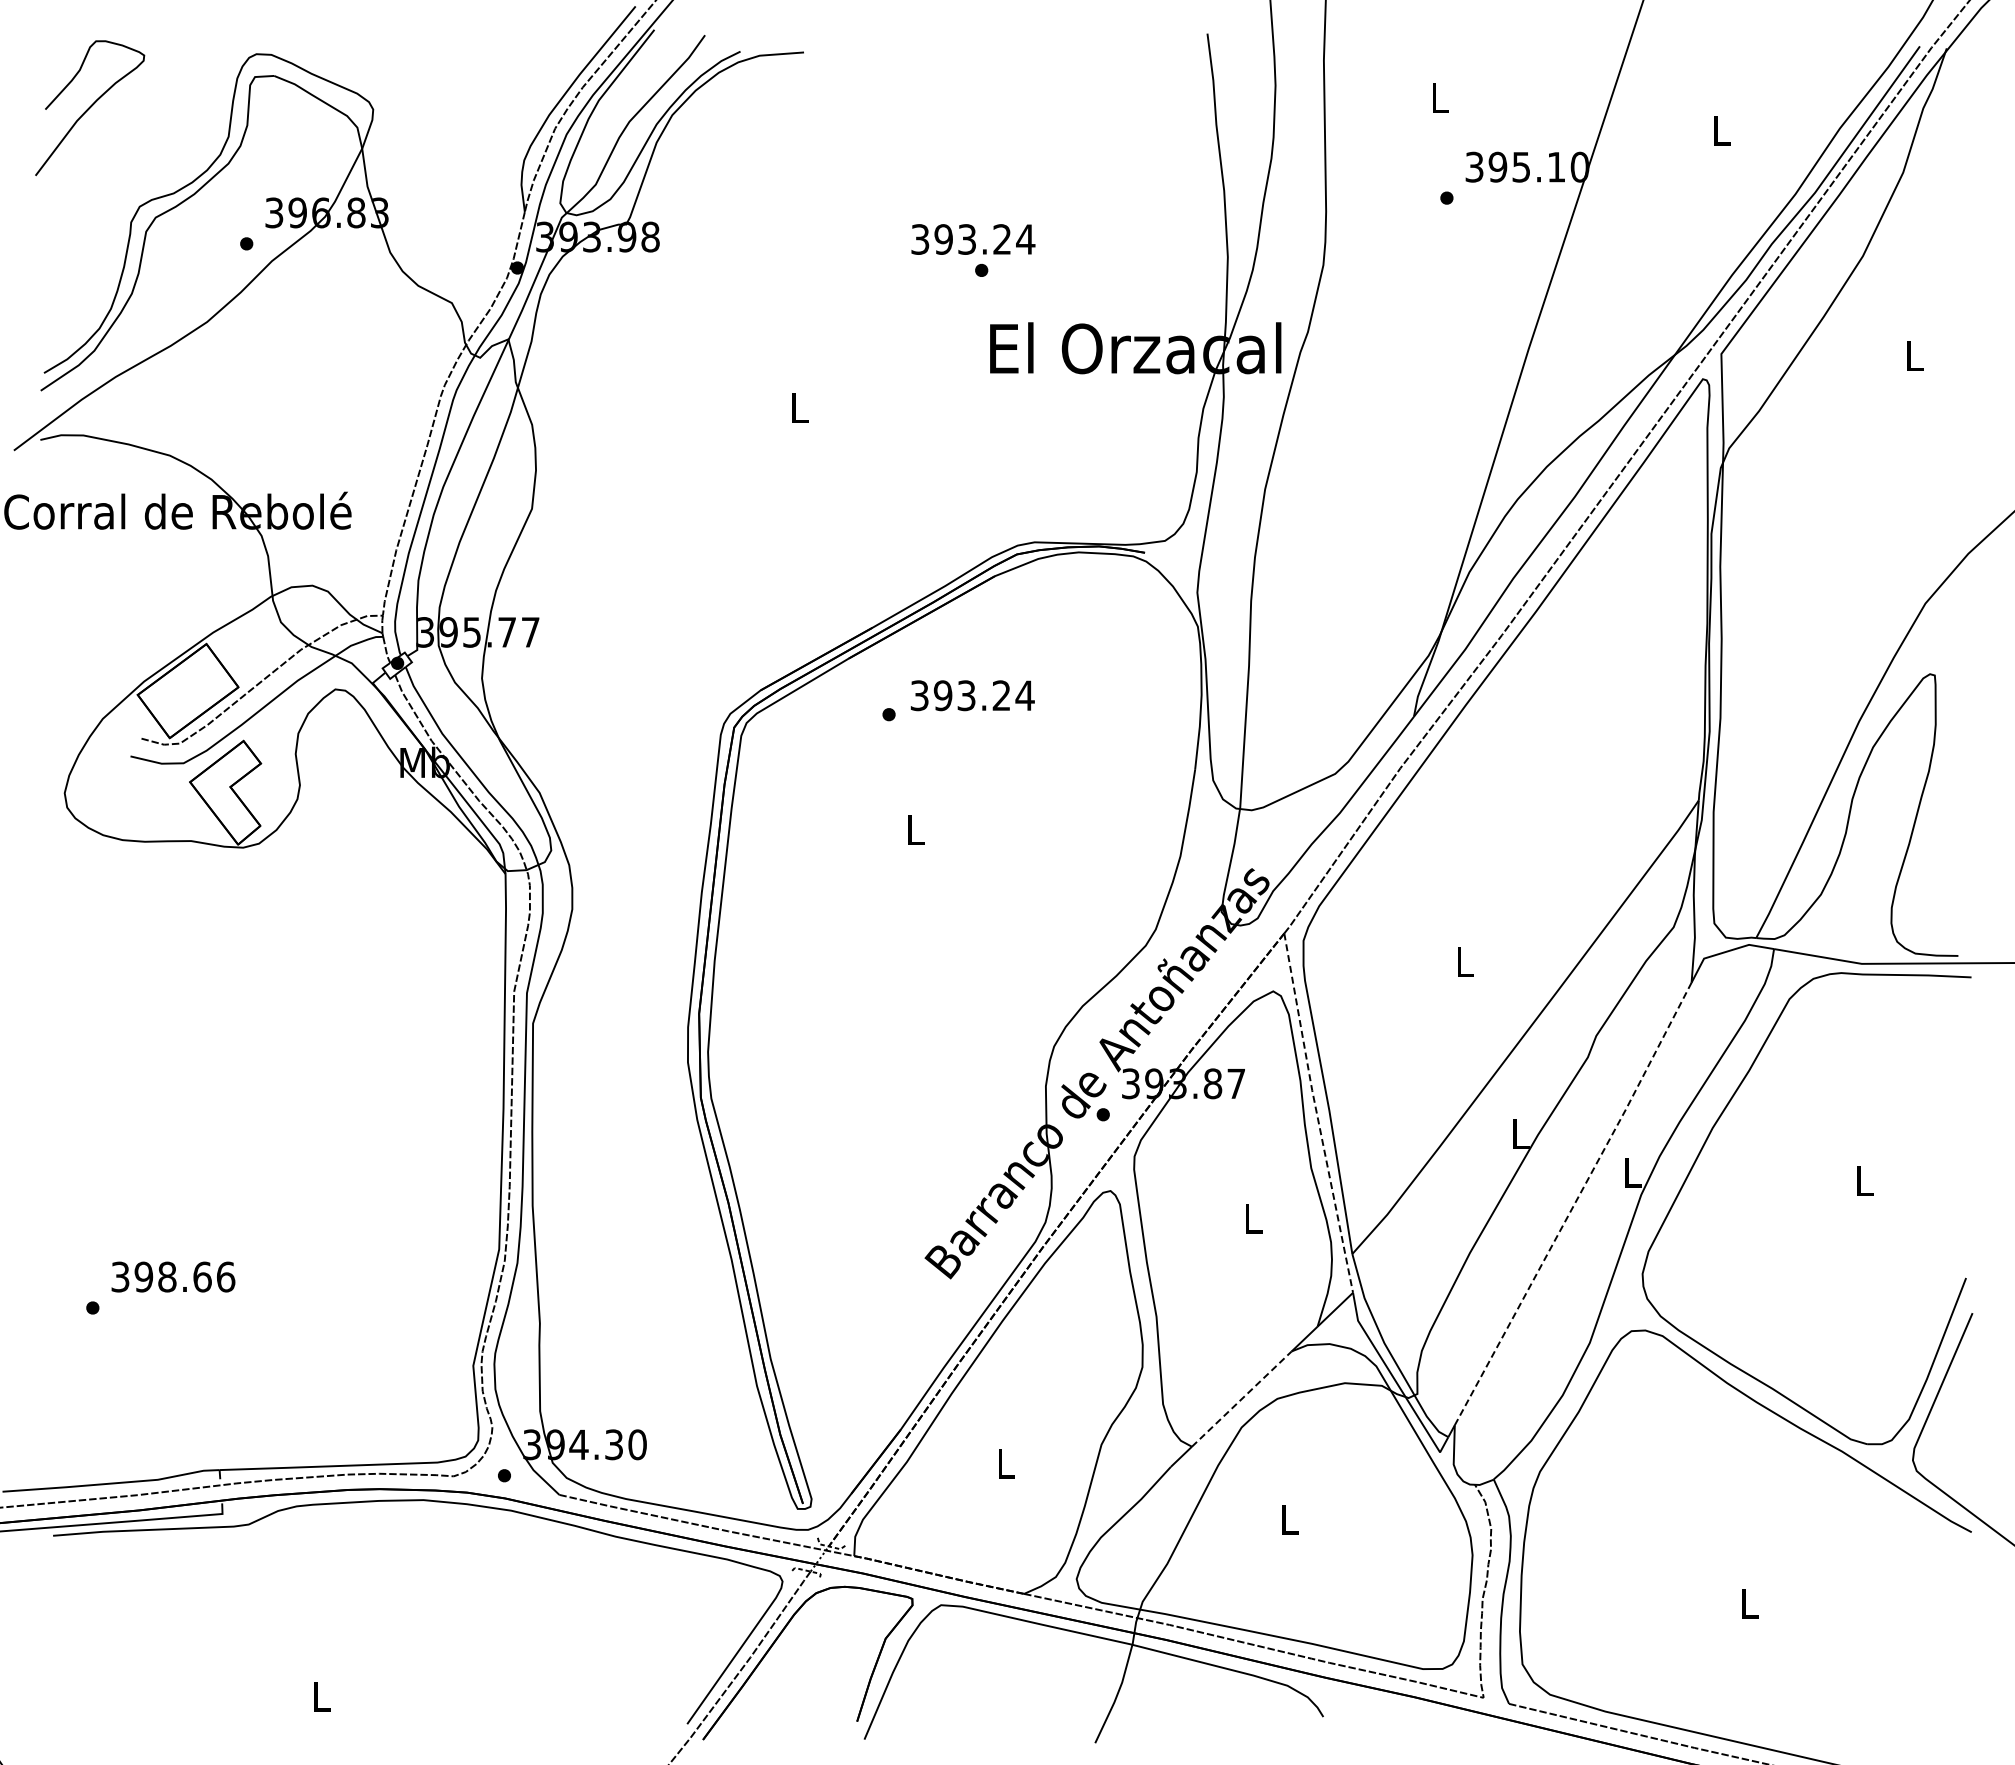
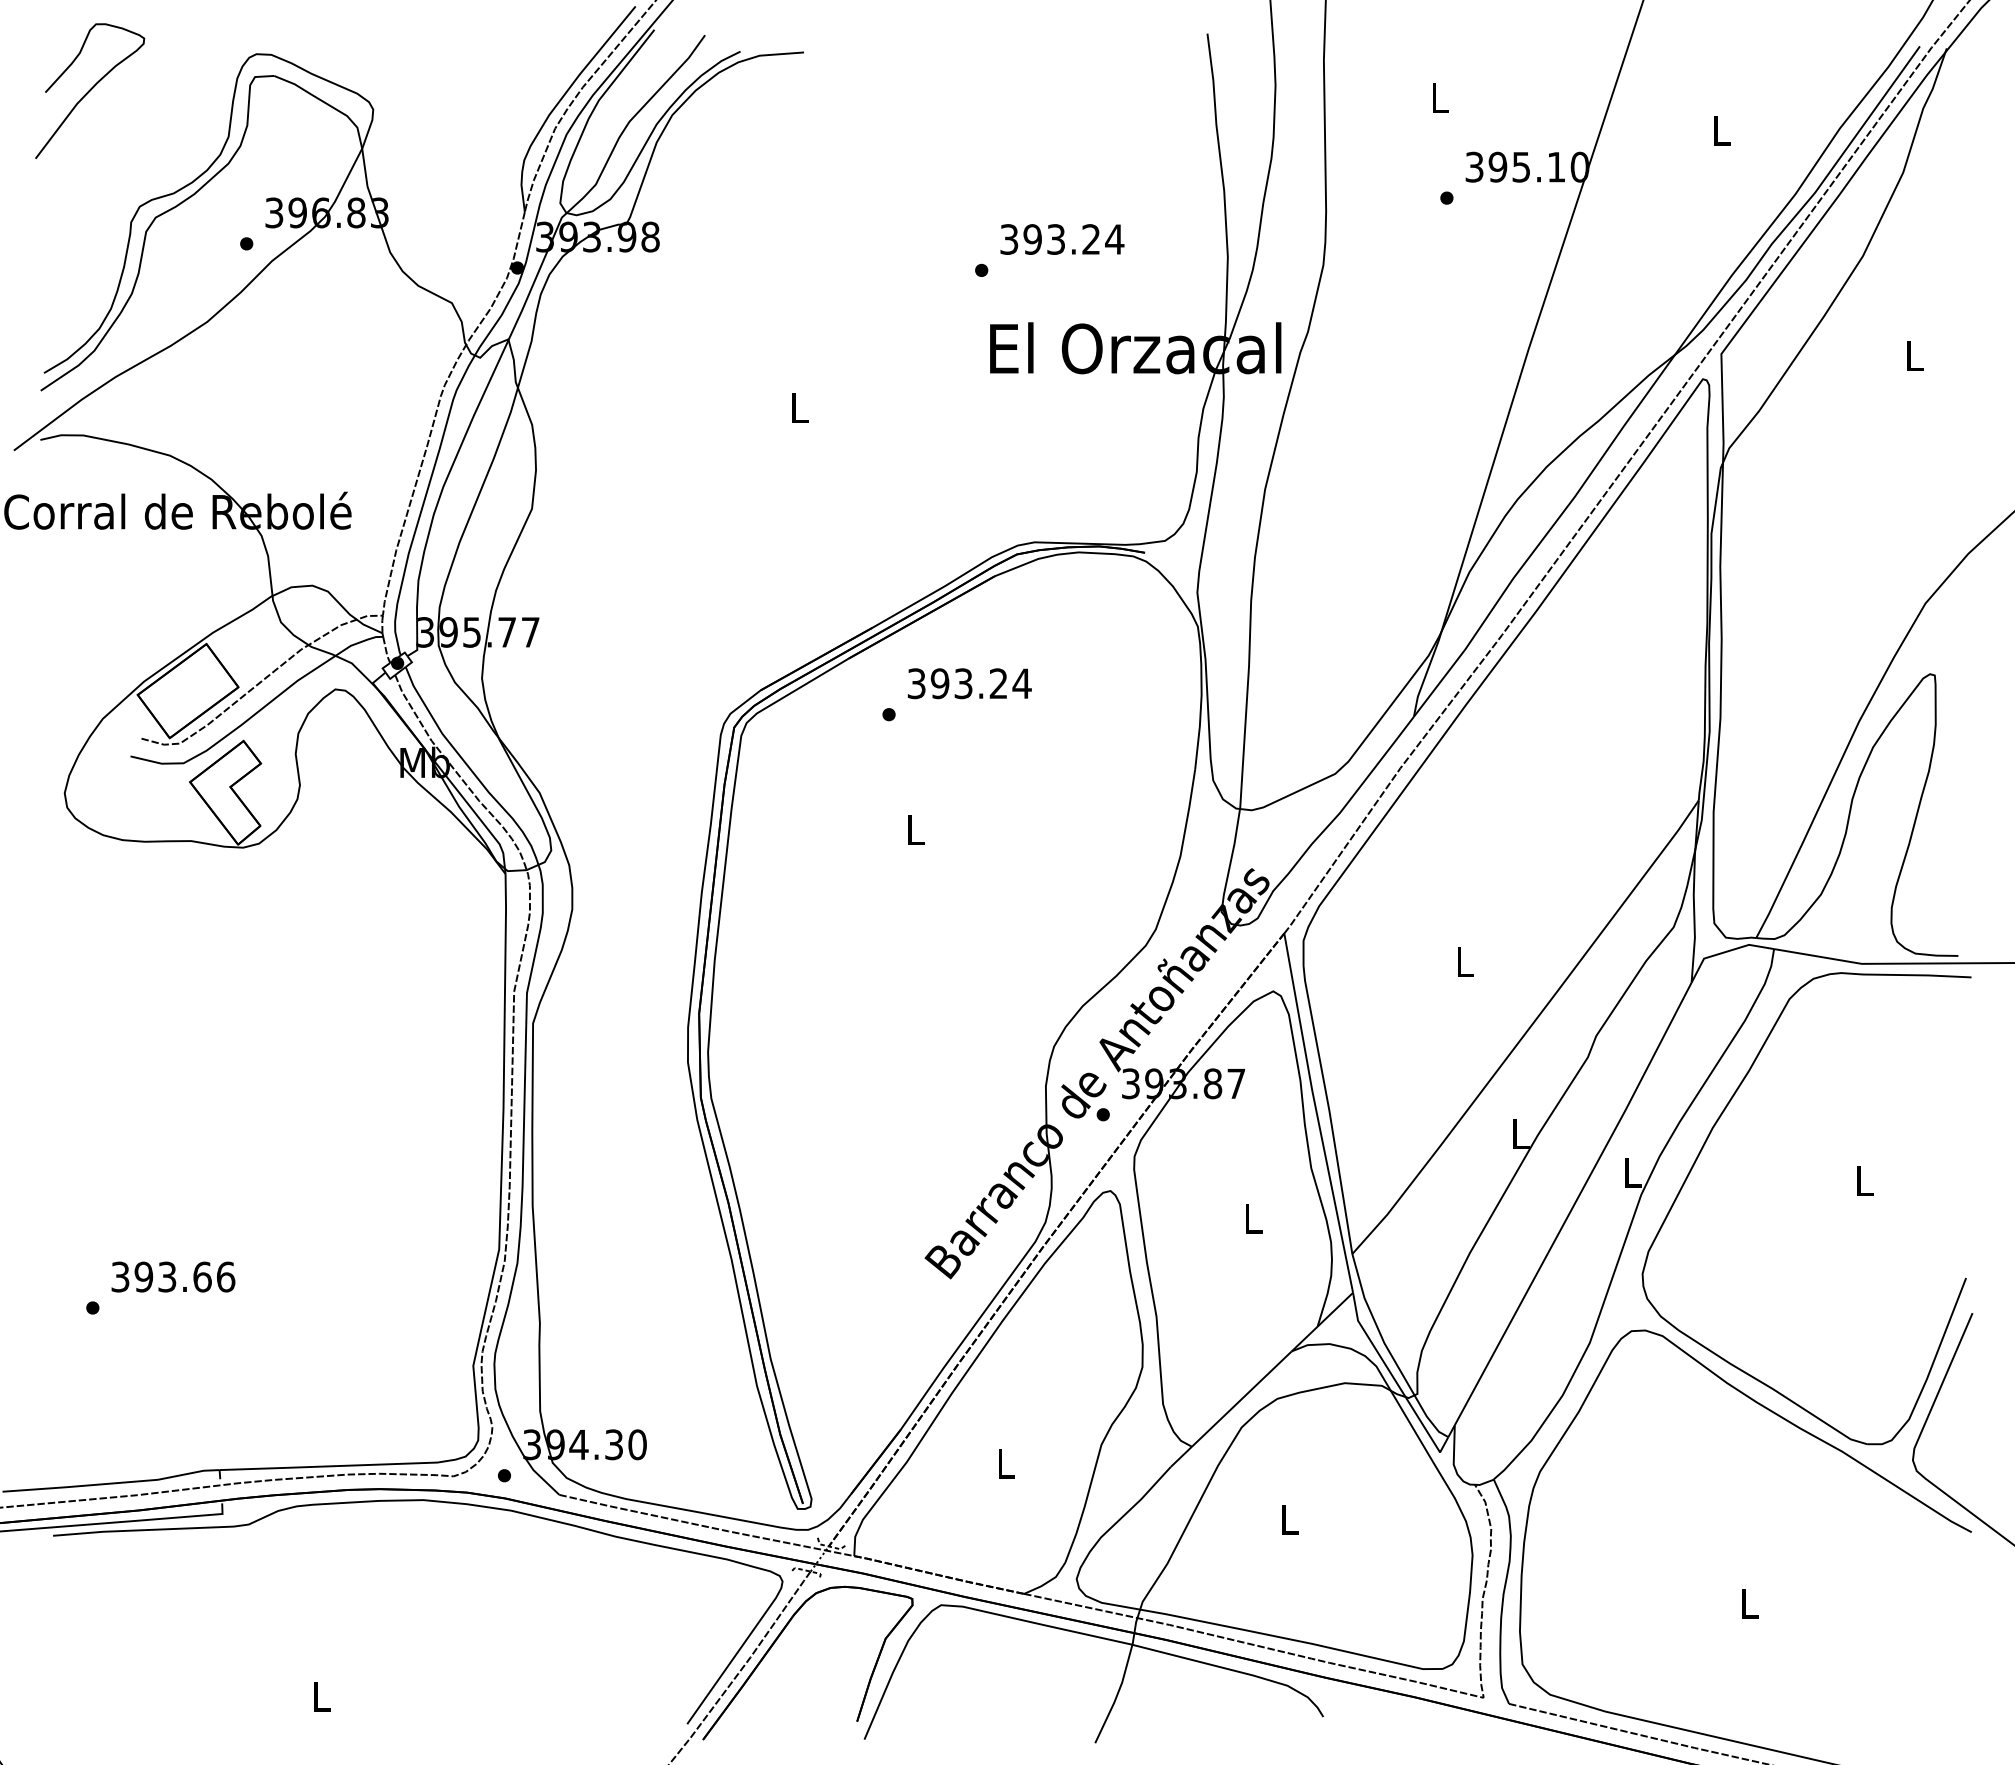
curve at (90, 108) position: (90, 108) -> (90, 91)
text at (973, 239) position: (973, 239) -> (1062, 239)
text at (972, 695) position: (972, 695) -> (969, 683)
line at (1316, 1113): dashed -> solid
line at (1574, 1203): dashed -> solid
text at (167, 1276): 398.66 -> 393.66
line at (1241, 1399): dashed -> solid
